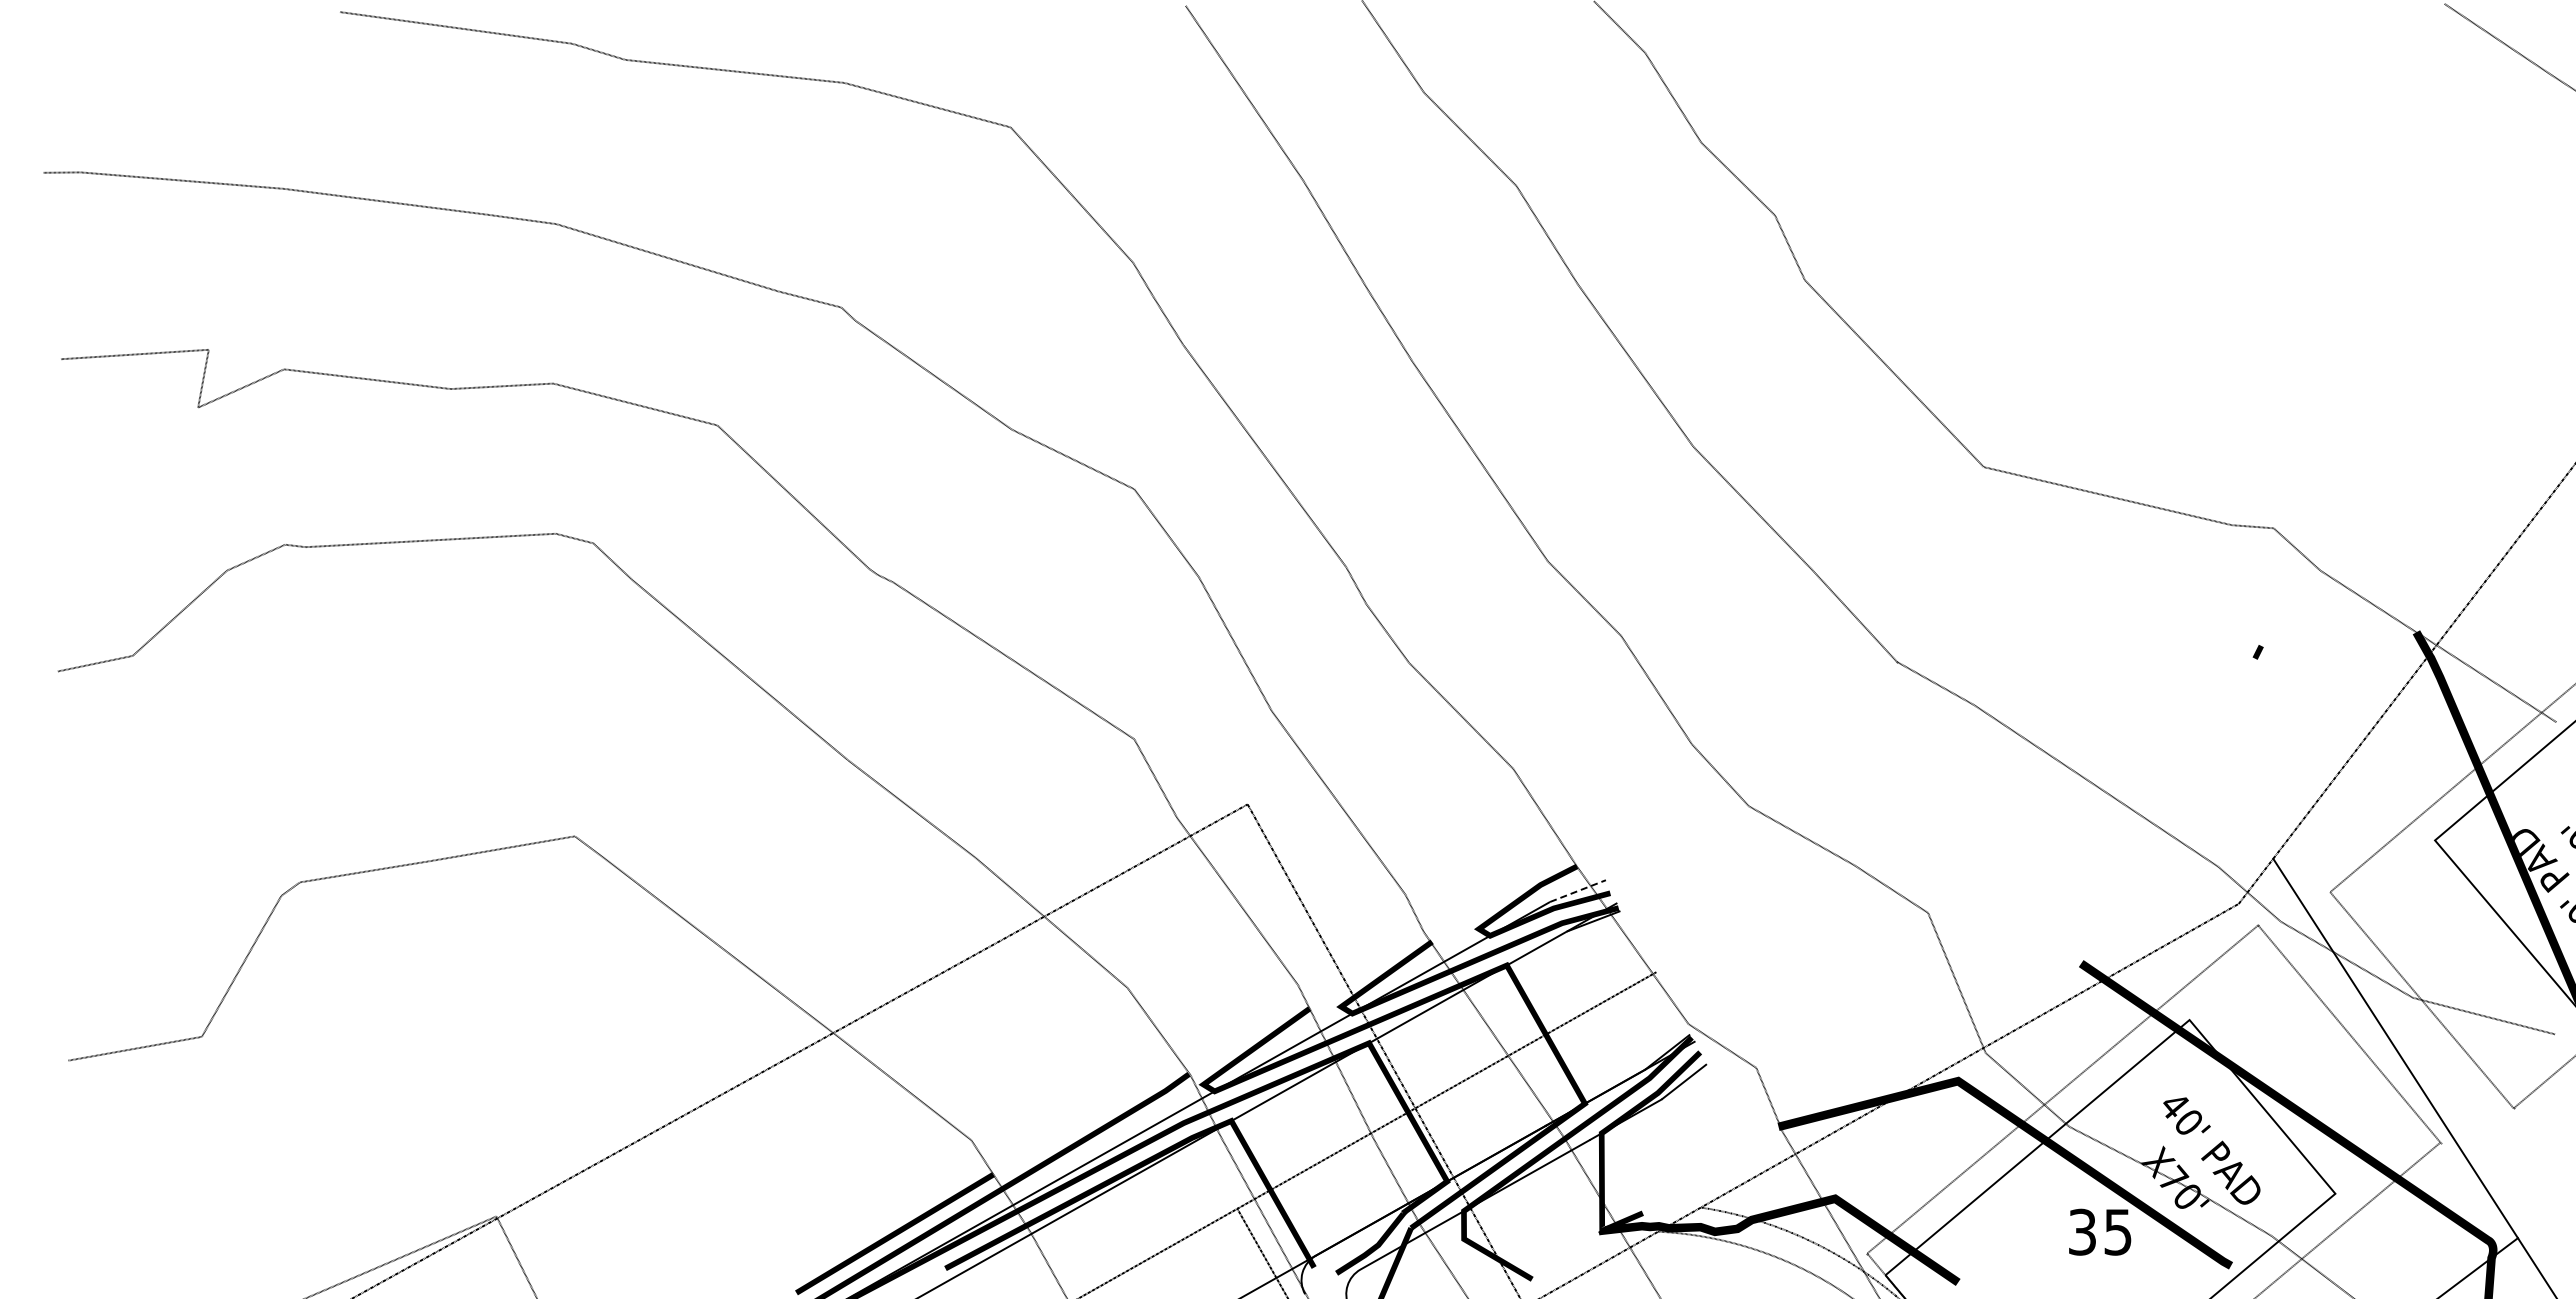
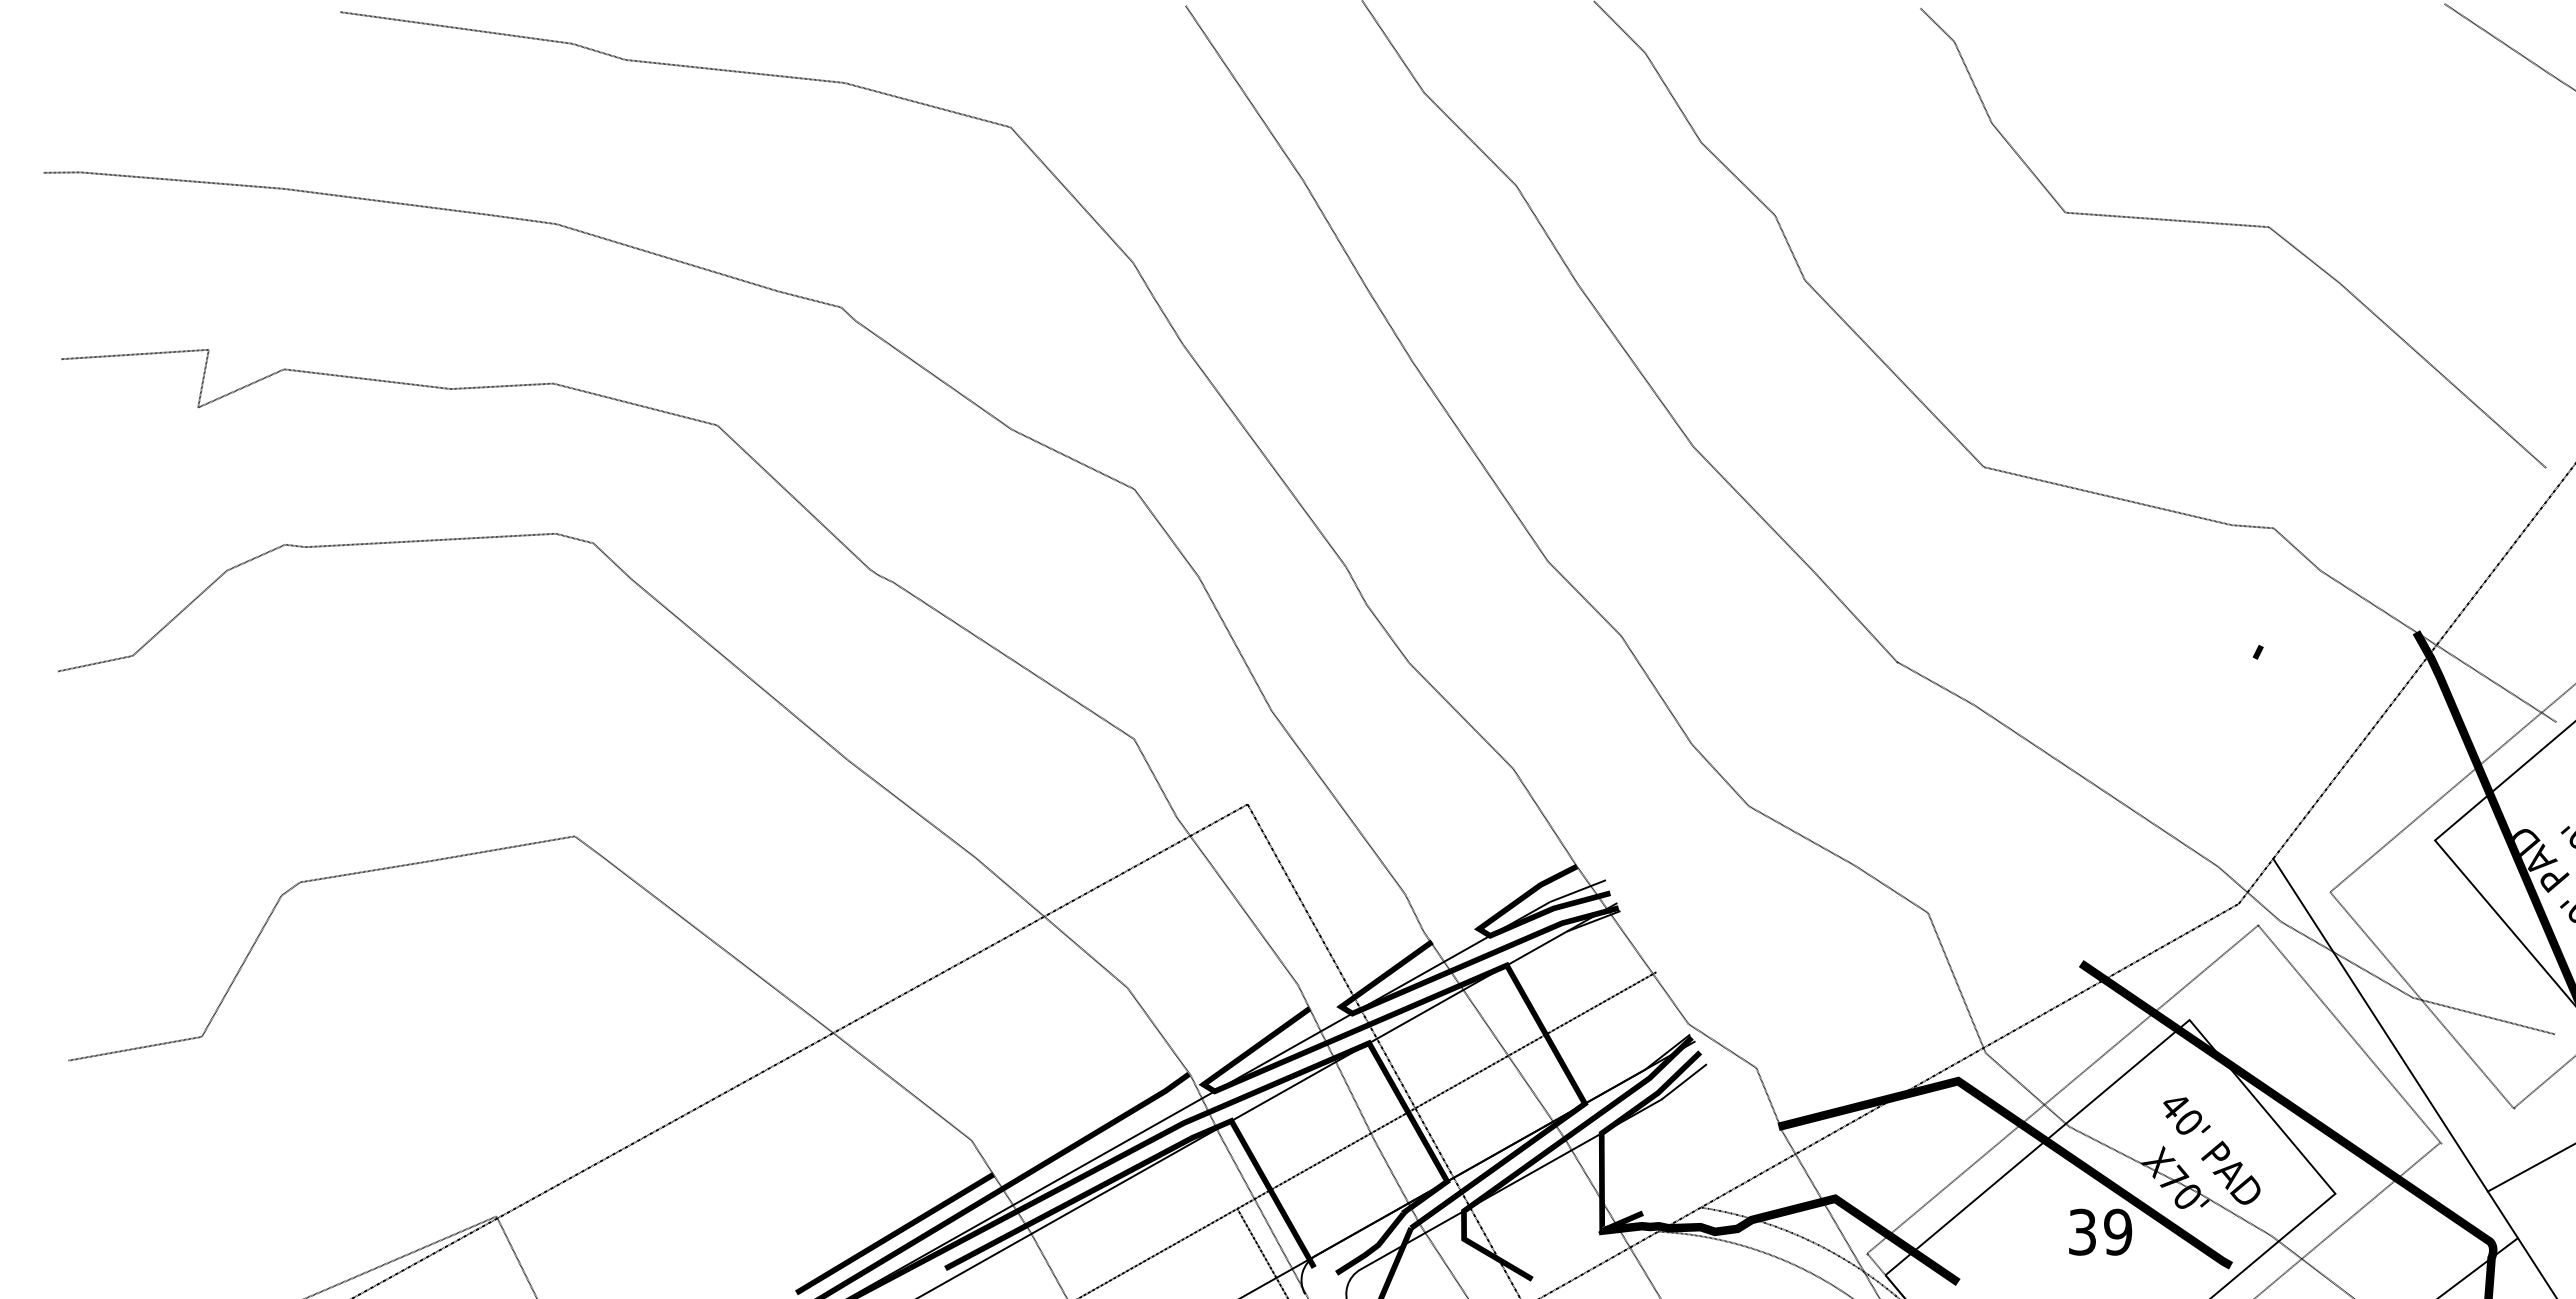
curve at (2233, 225): none -> present
line at (1578, 891): dashed -> solid
line at (2529, 1168): none -> present
text at (2118, 1231): 35 -> 39
